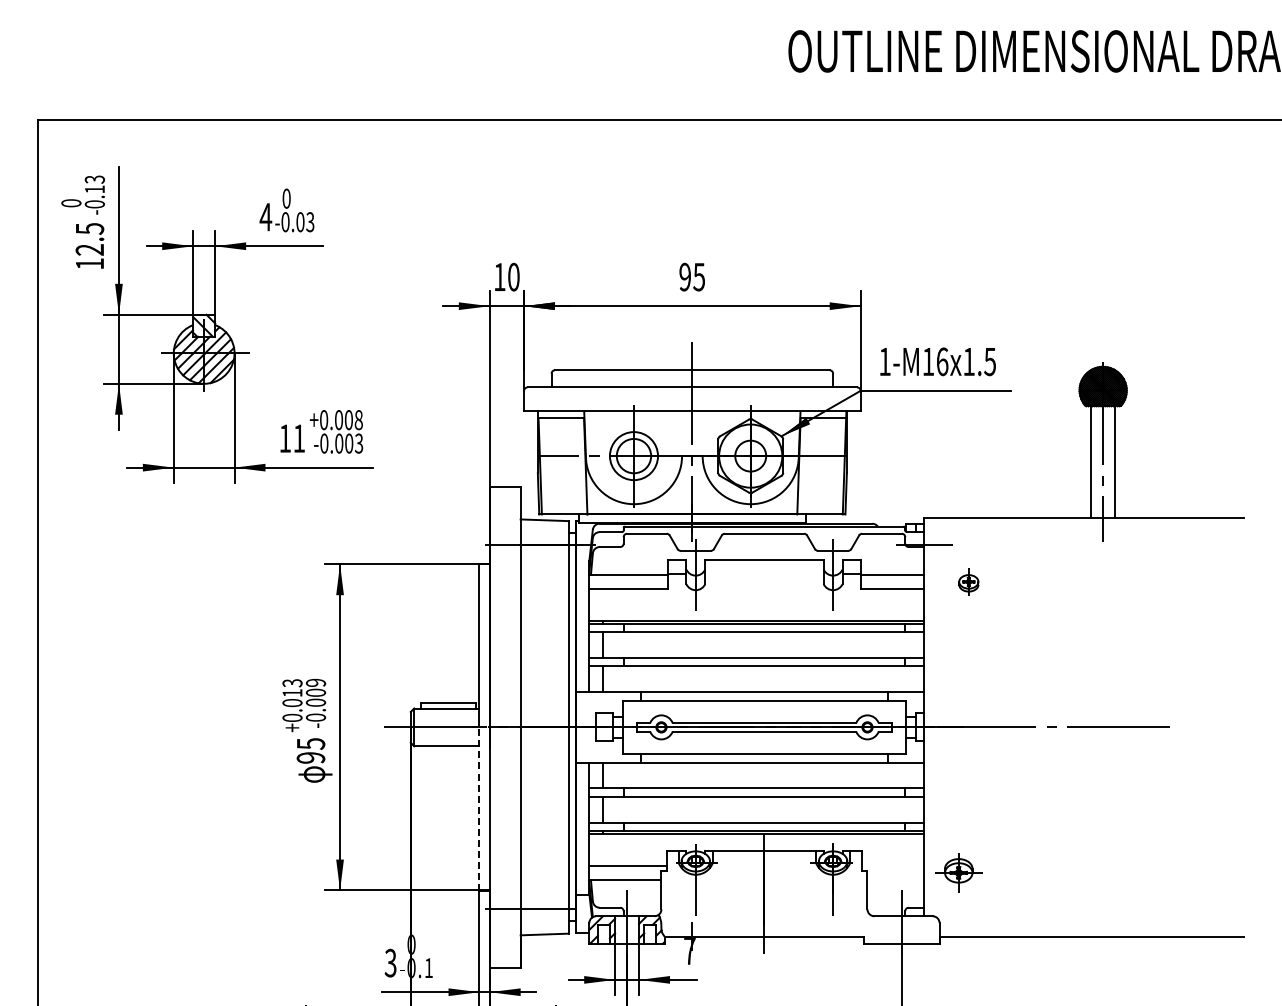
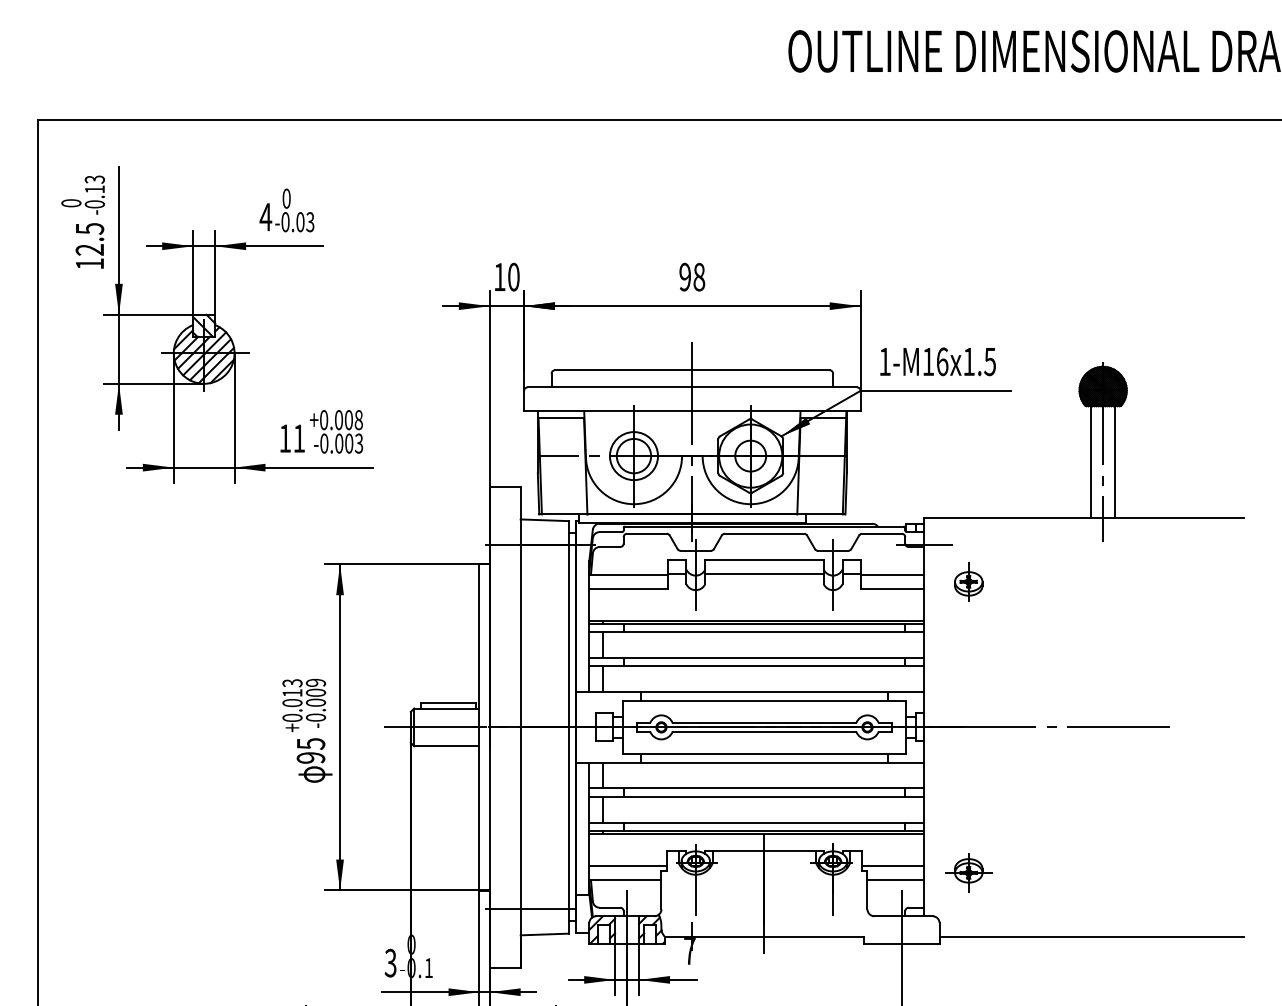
text at (699, 276): 95 -> 98
line at (764, 574): none -> present
part at (968, 581) size: 22x28 px -> 30x40 px
line at (479, 808): dashed -> solid
line at (893, 865): none -> present
part at (958, 872) position: (958, 872) -> (968, 872)
line at (895, 880): none -> present
